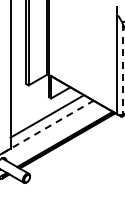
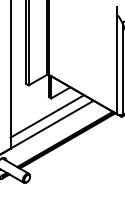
line at (122, 70): dashed -> solid
line at (47, 127): dashed -> solid
